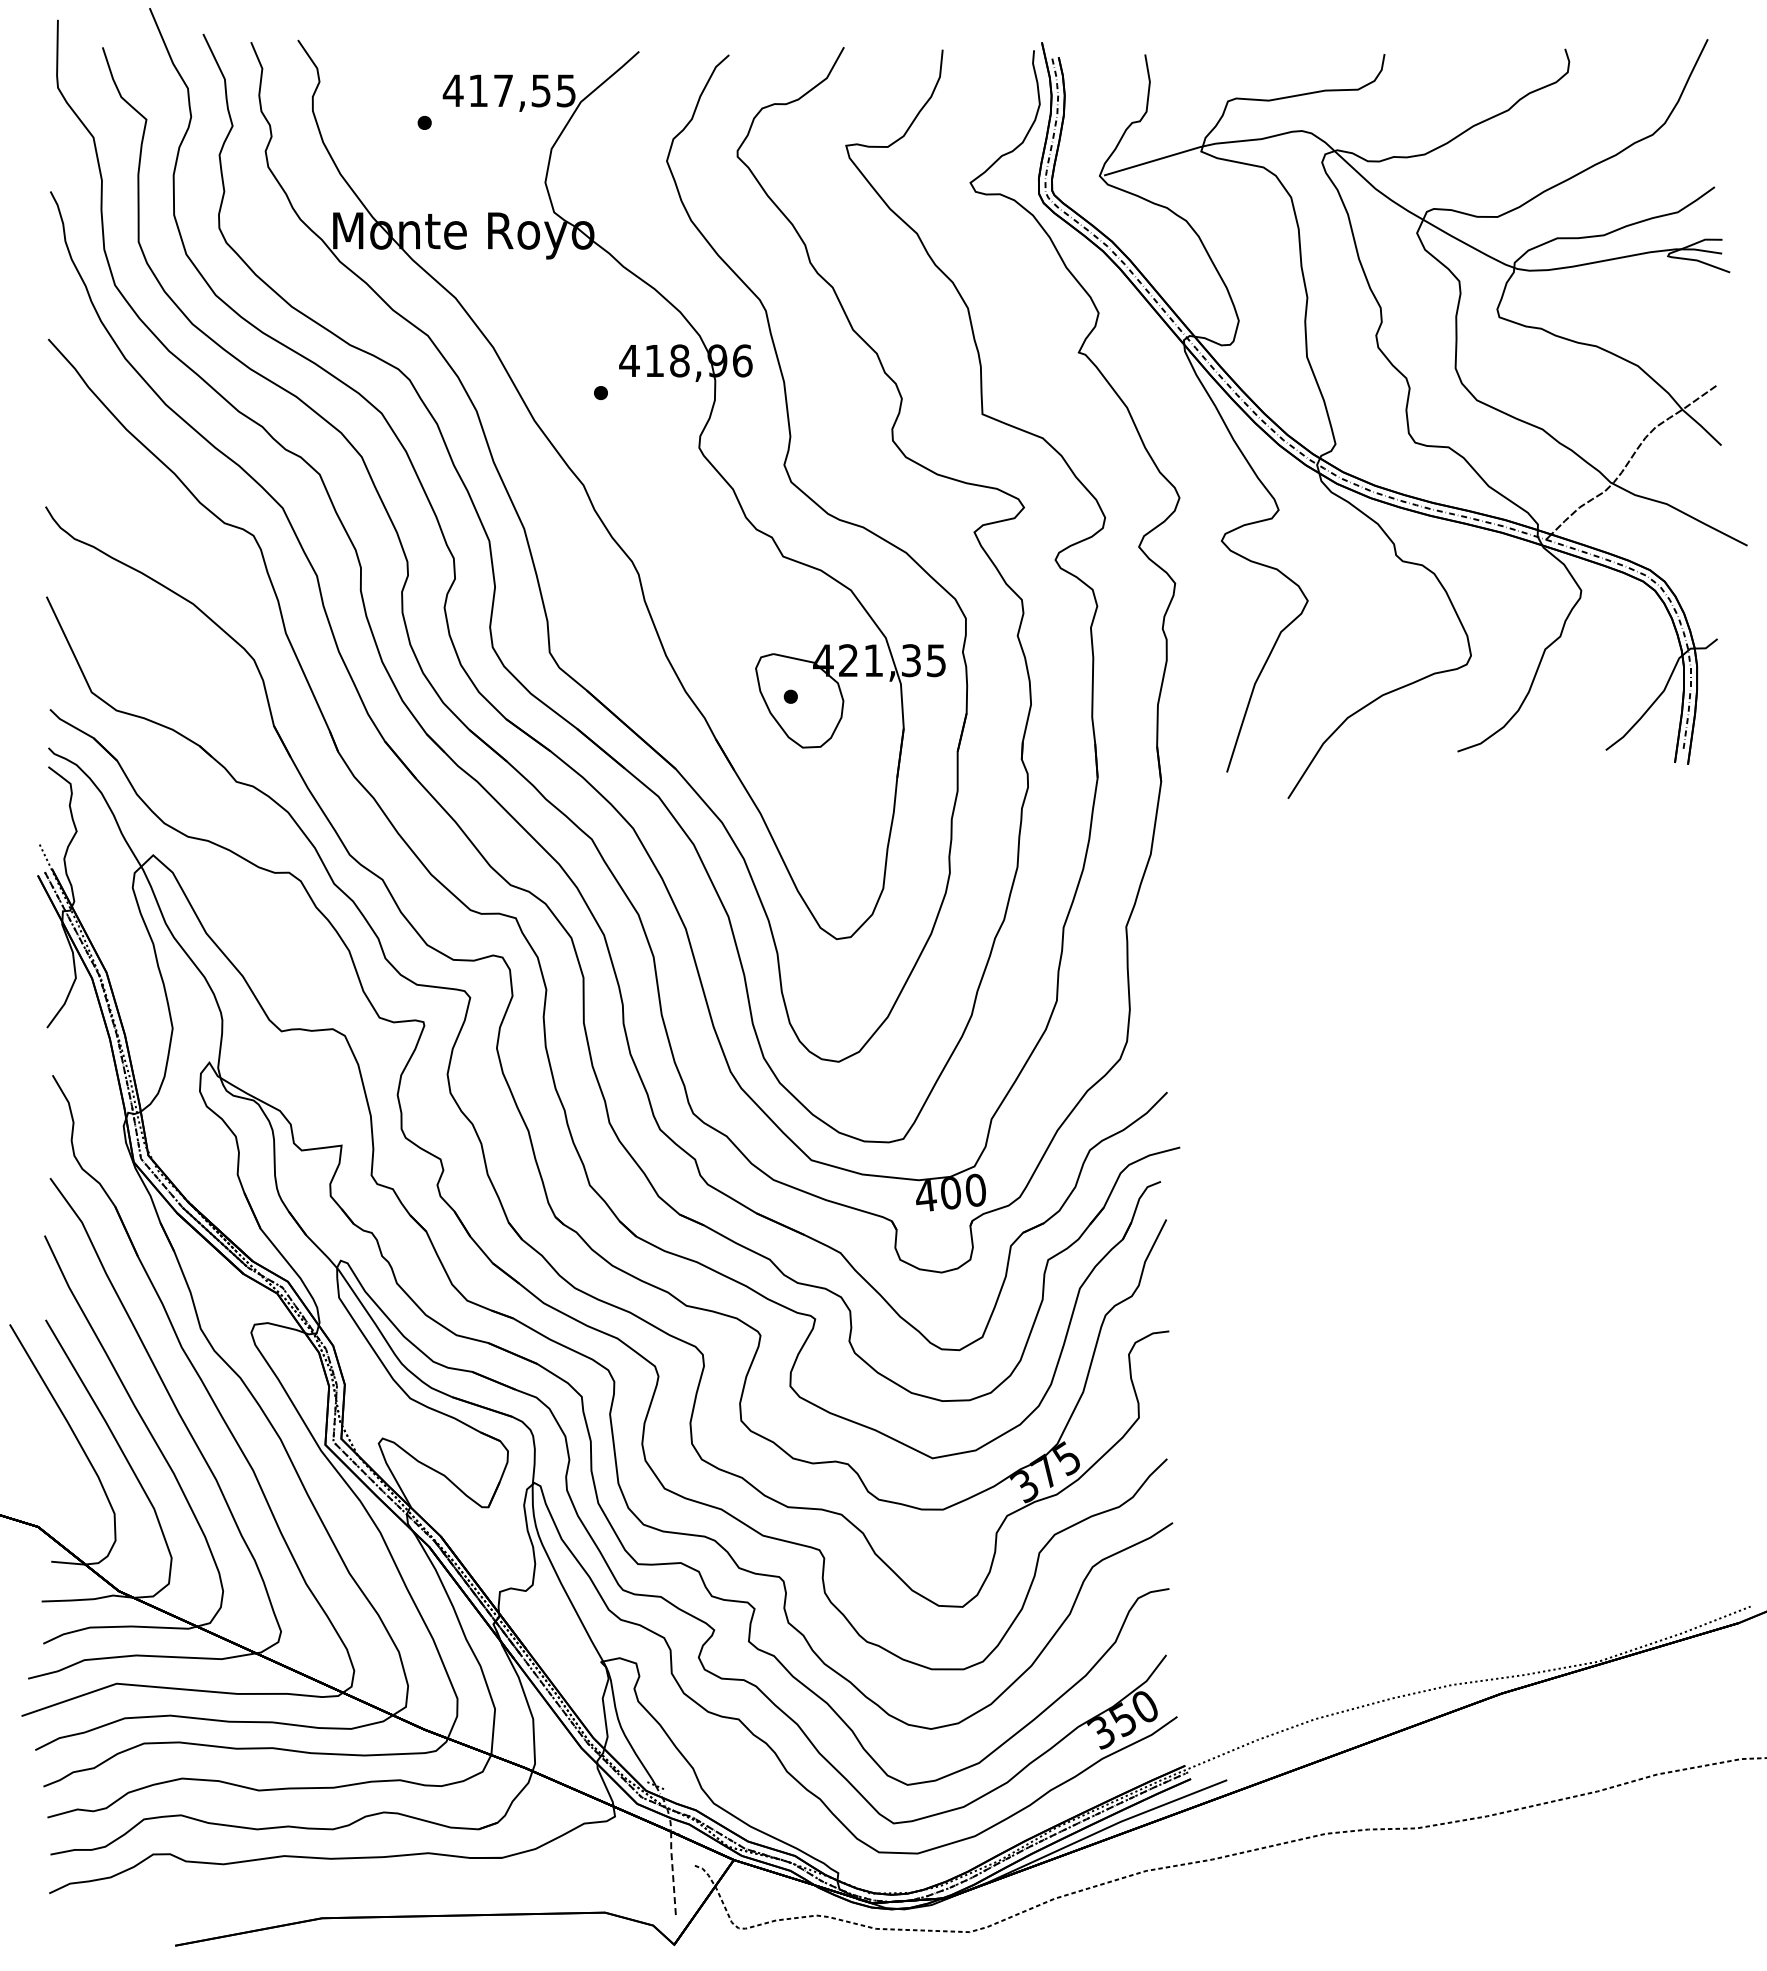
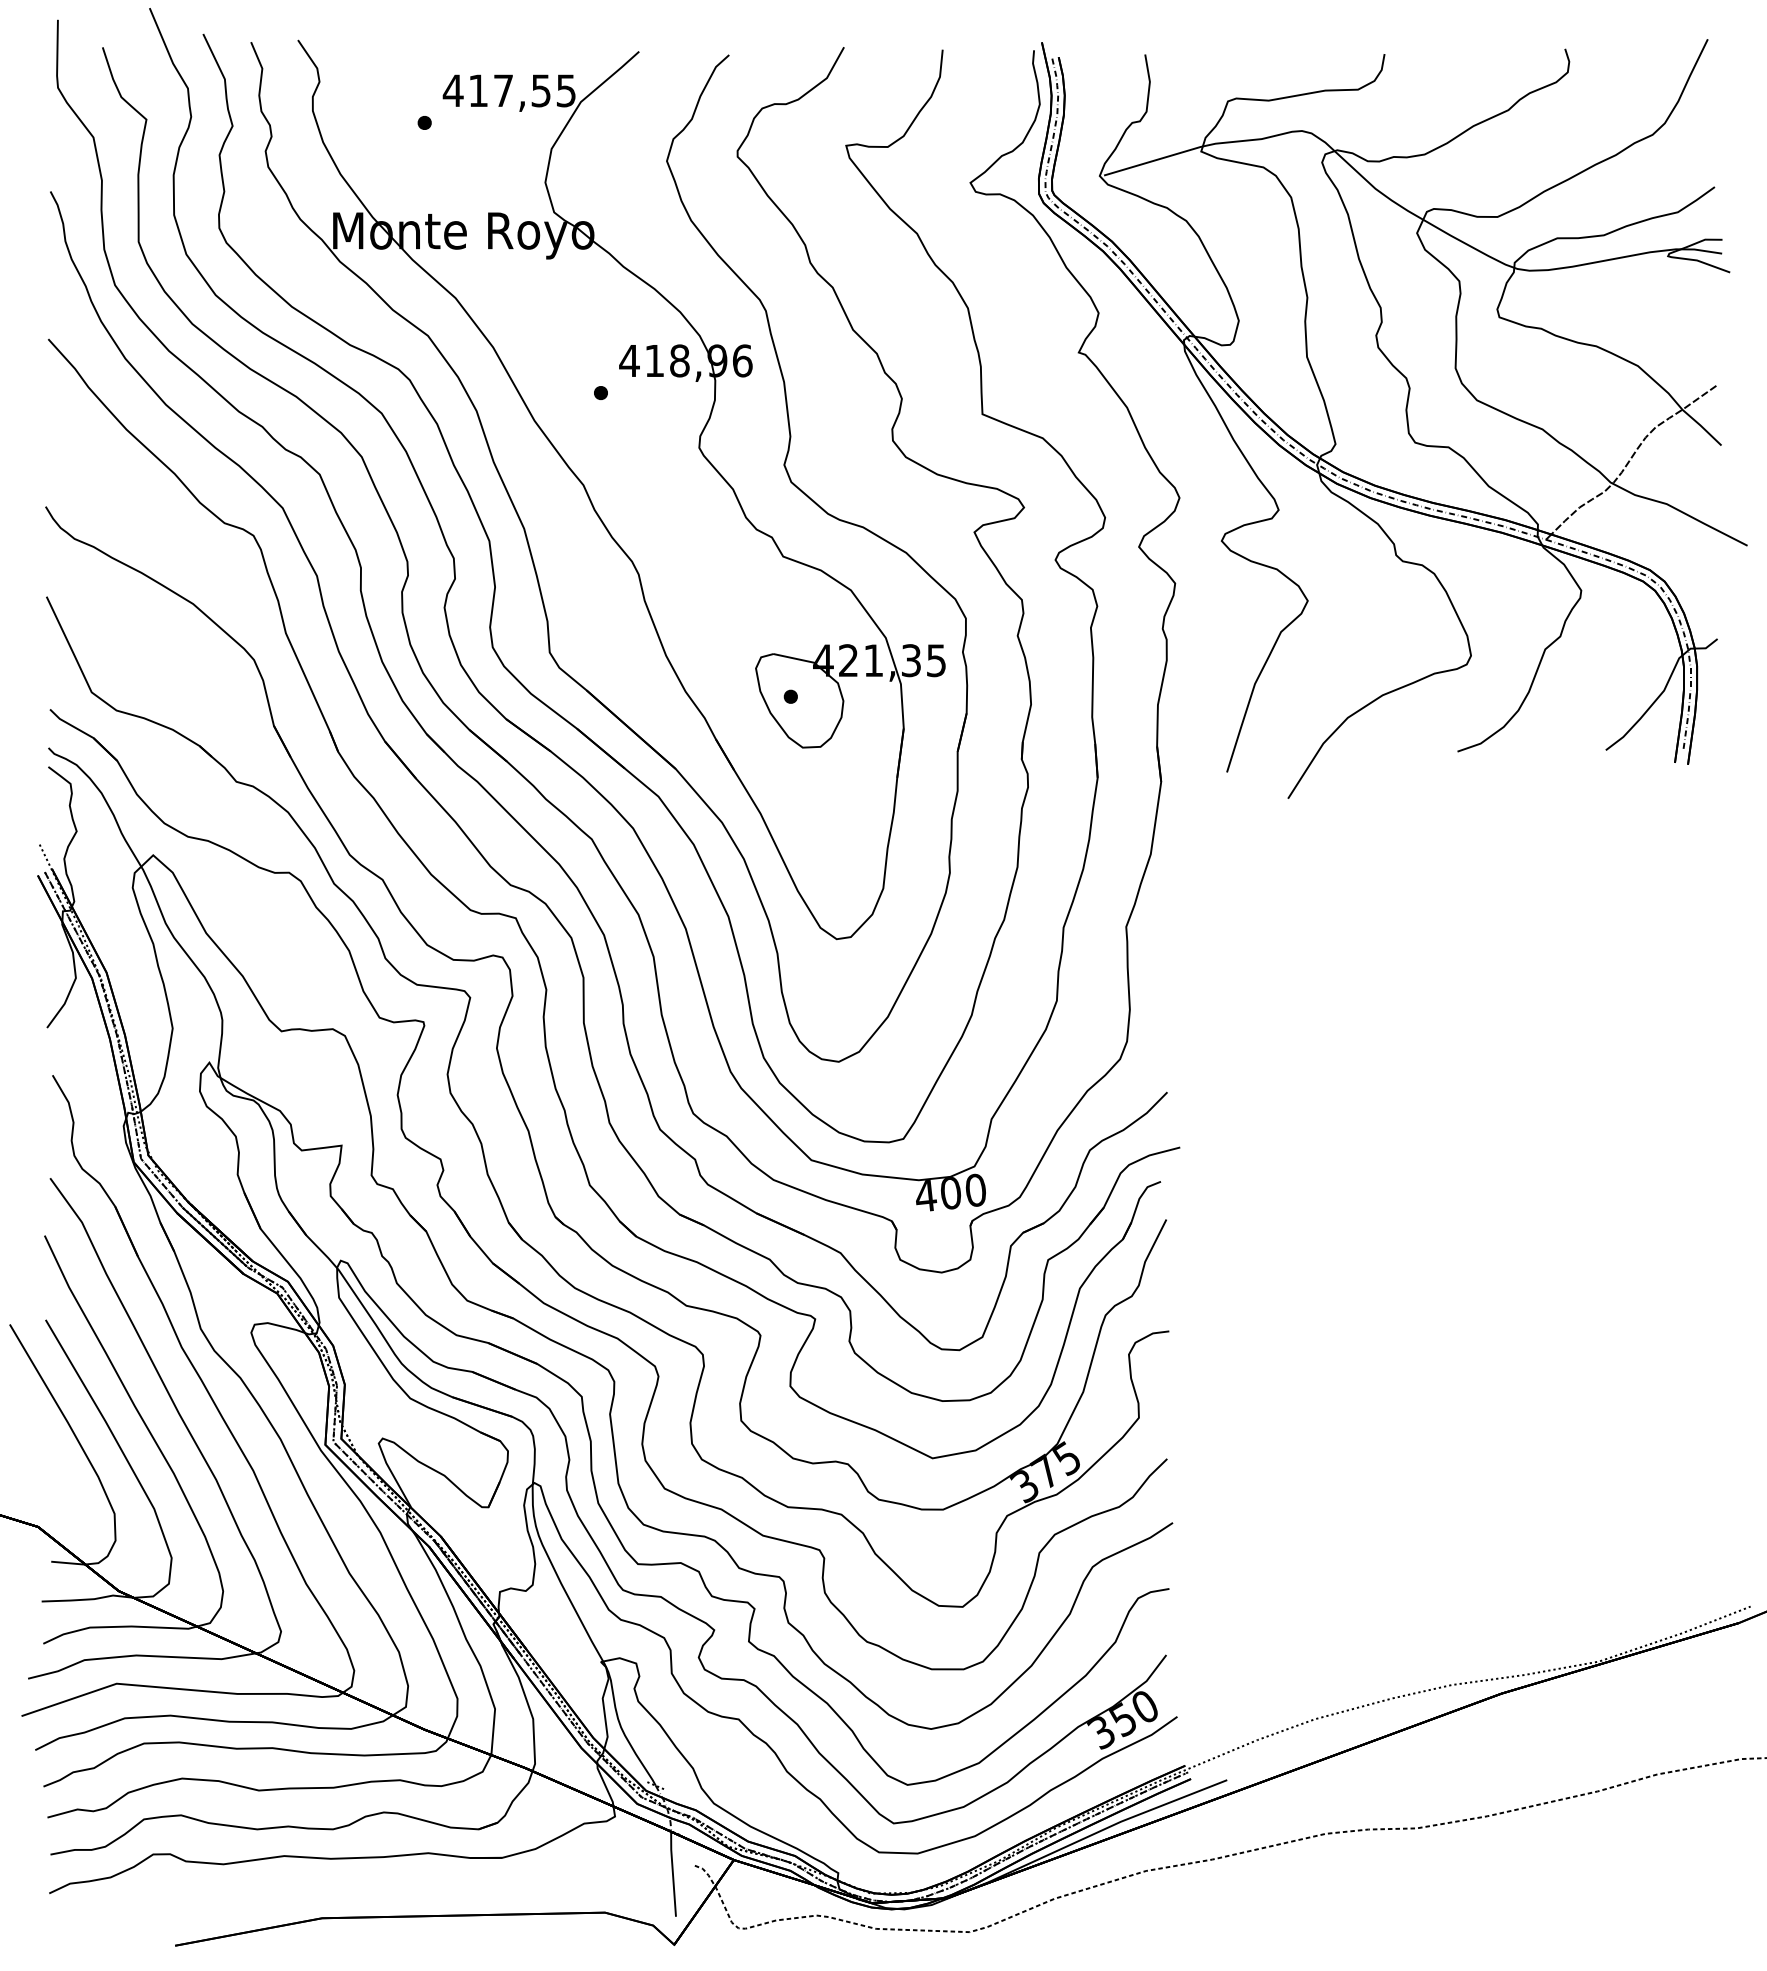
line at (672, 1873): dashed -> solid
